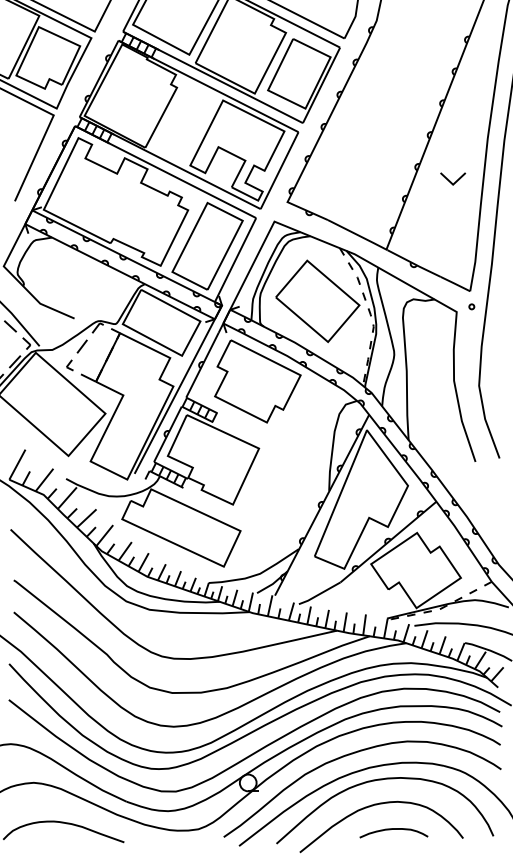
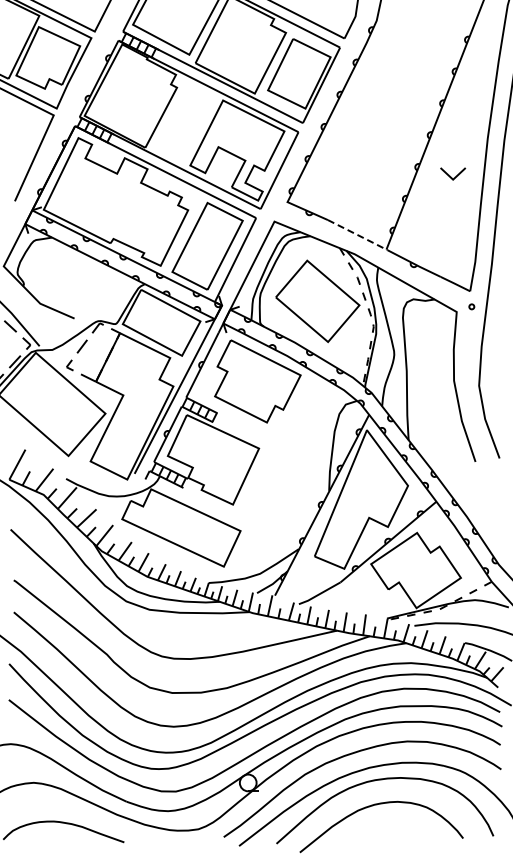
part at (453, 178) position: (453, 178) -> (453, 173)
line at (359, 235): solid -> dashed
curve at (393, 829): present -> none
